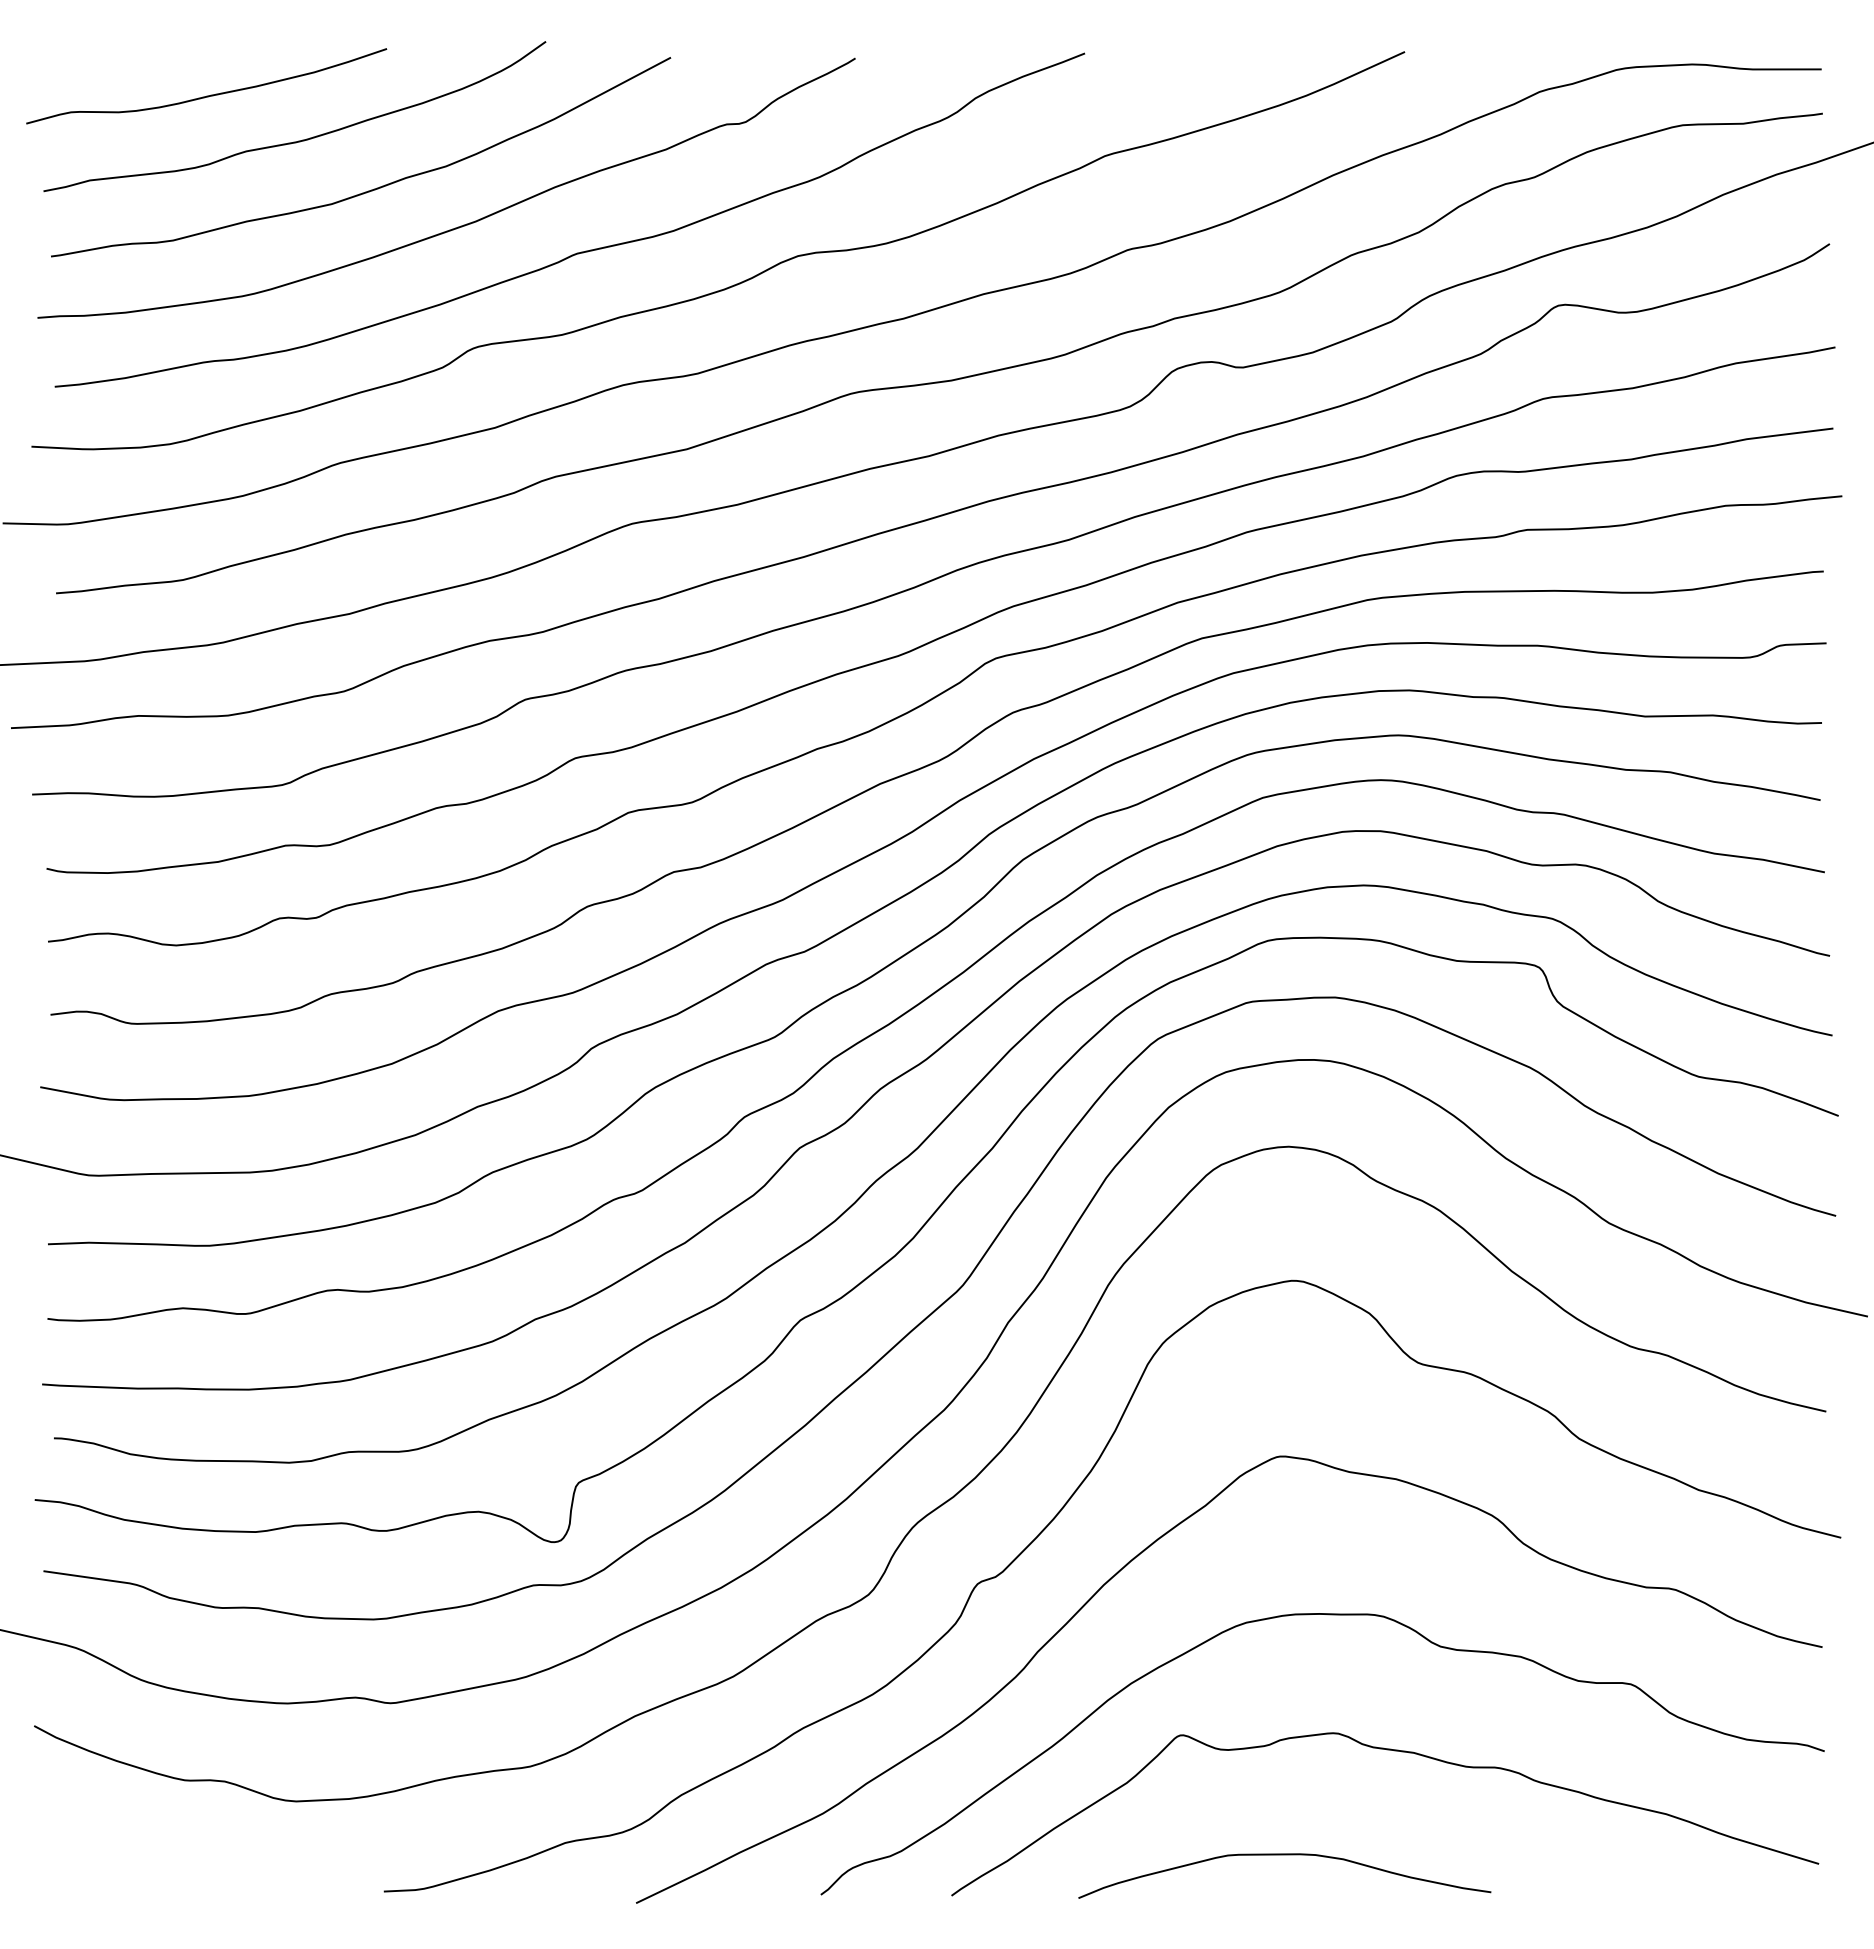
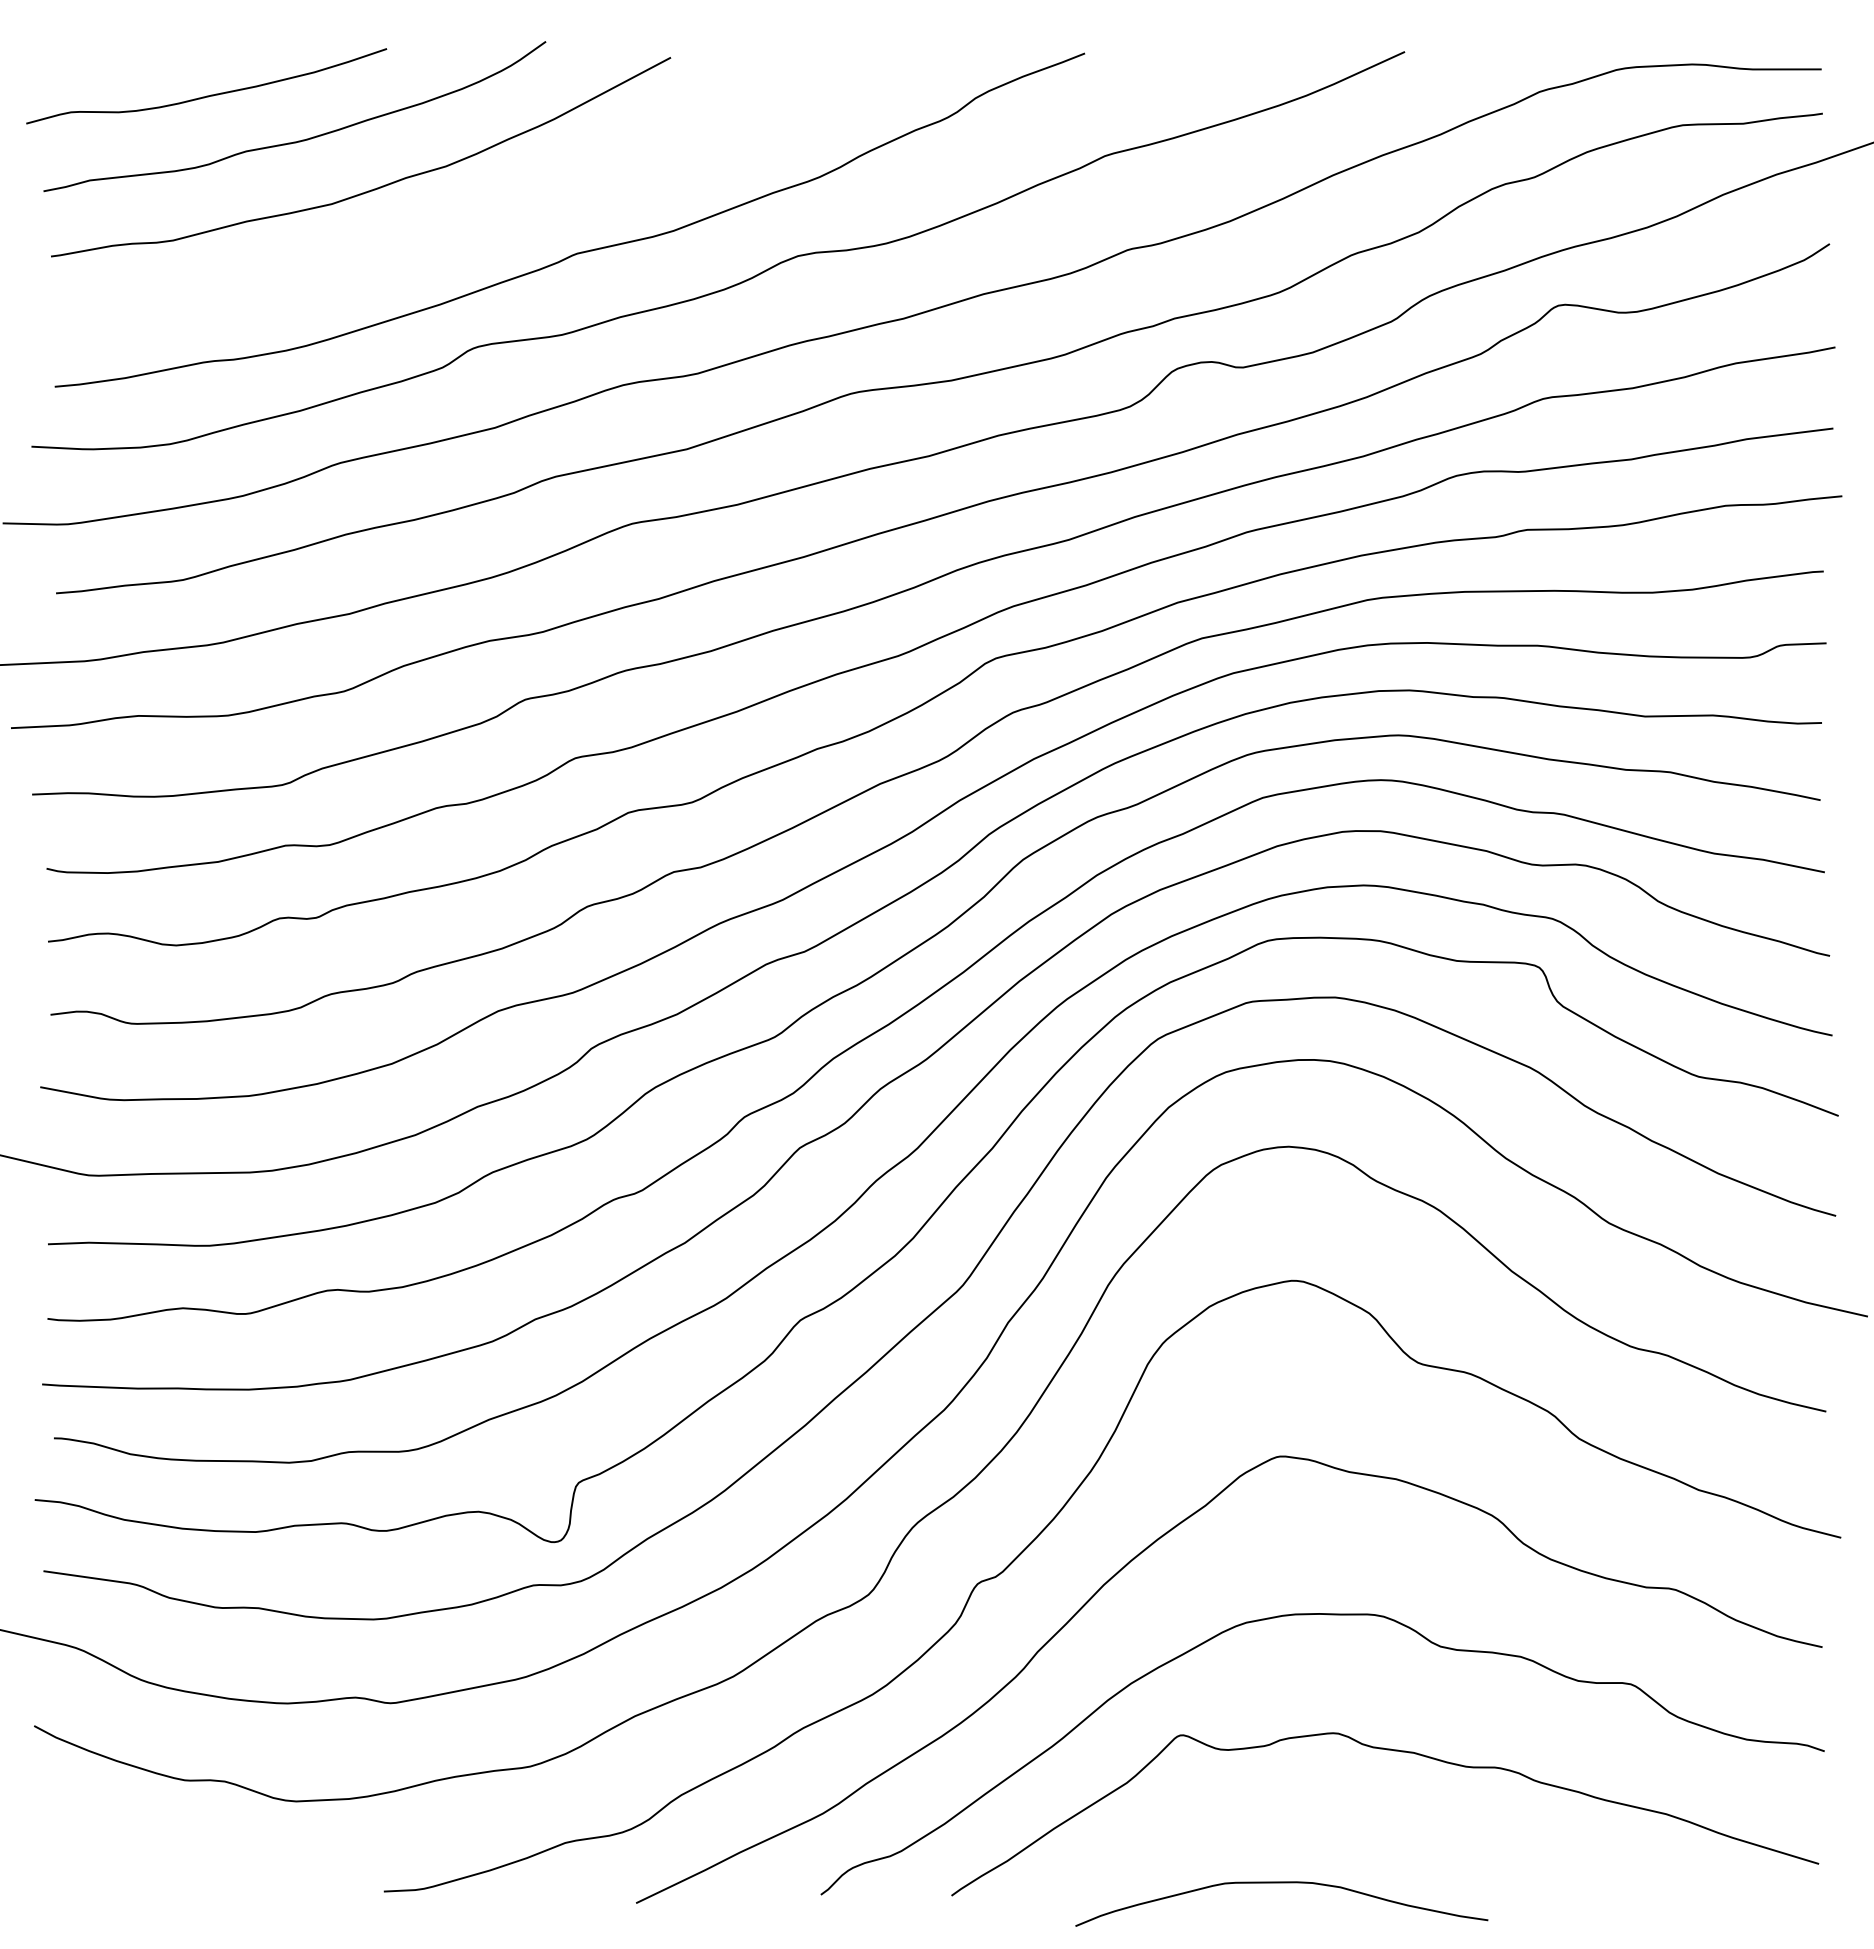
curve at (460, 225): present -> none
curve at (1284, 1855) position: (1284, 1855) -> (1281, 1883)
